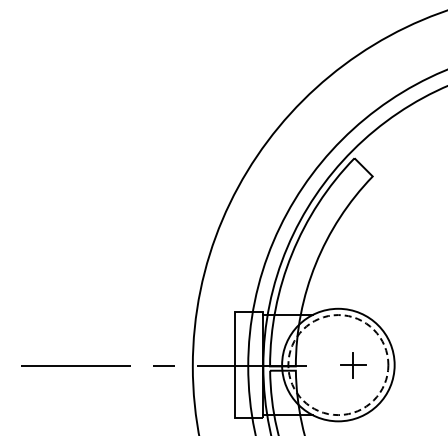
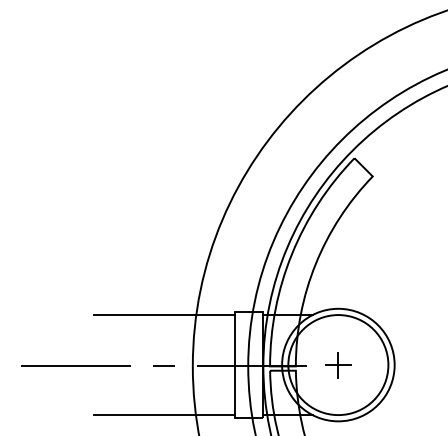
line at (164, 315): none -> present
circle at (338, 365): dashed -> solid
part at (353, 365) position: (353, 365) -> (338, 365)
line at (164, 415): none -> present
